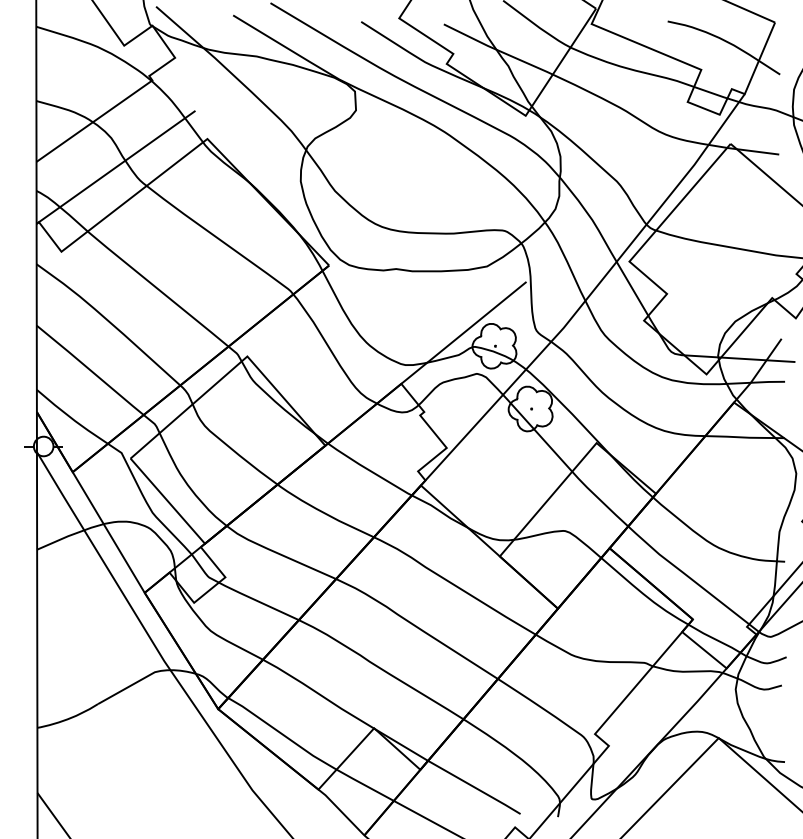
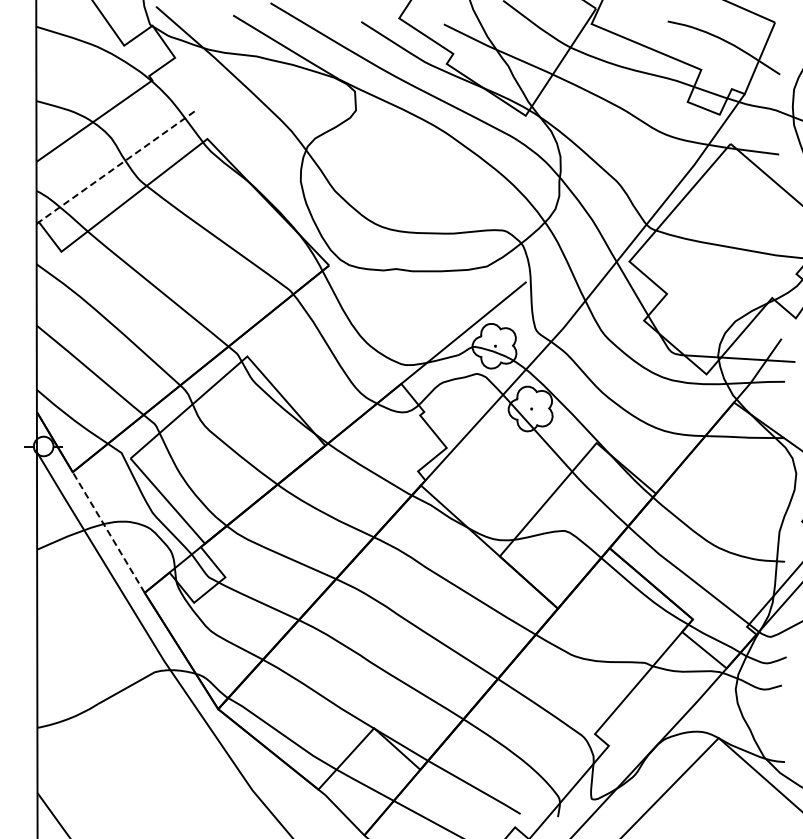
line at (116, 167): solid -> dashed
line at (108, 532): solid -> dashed
